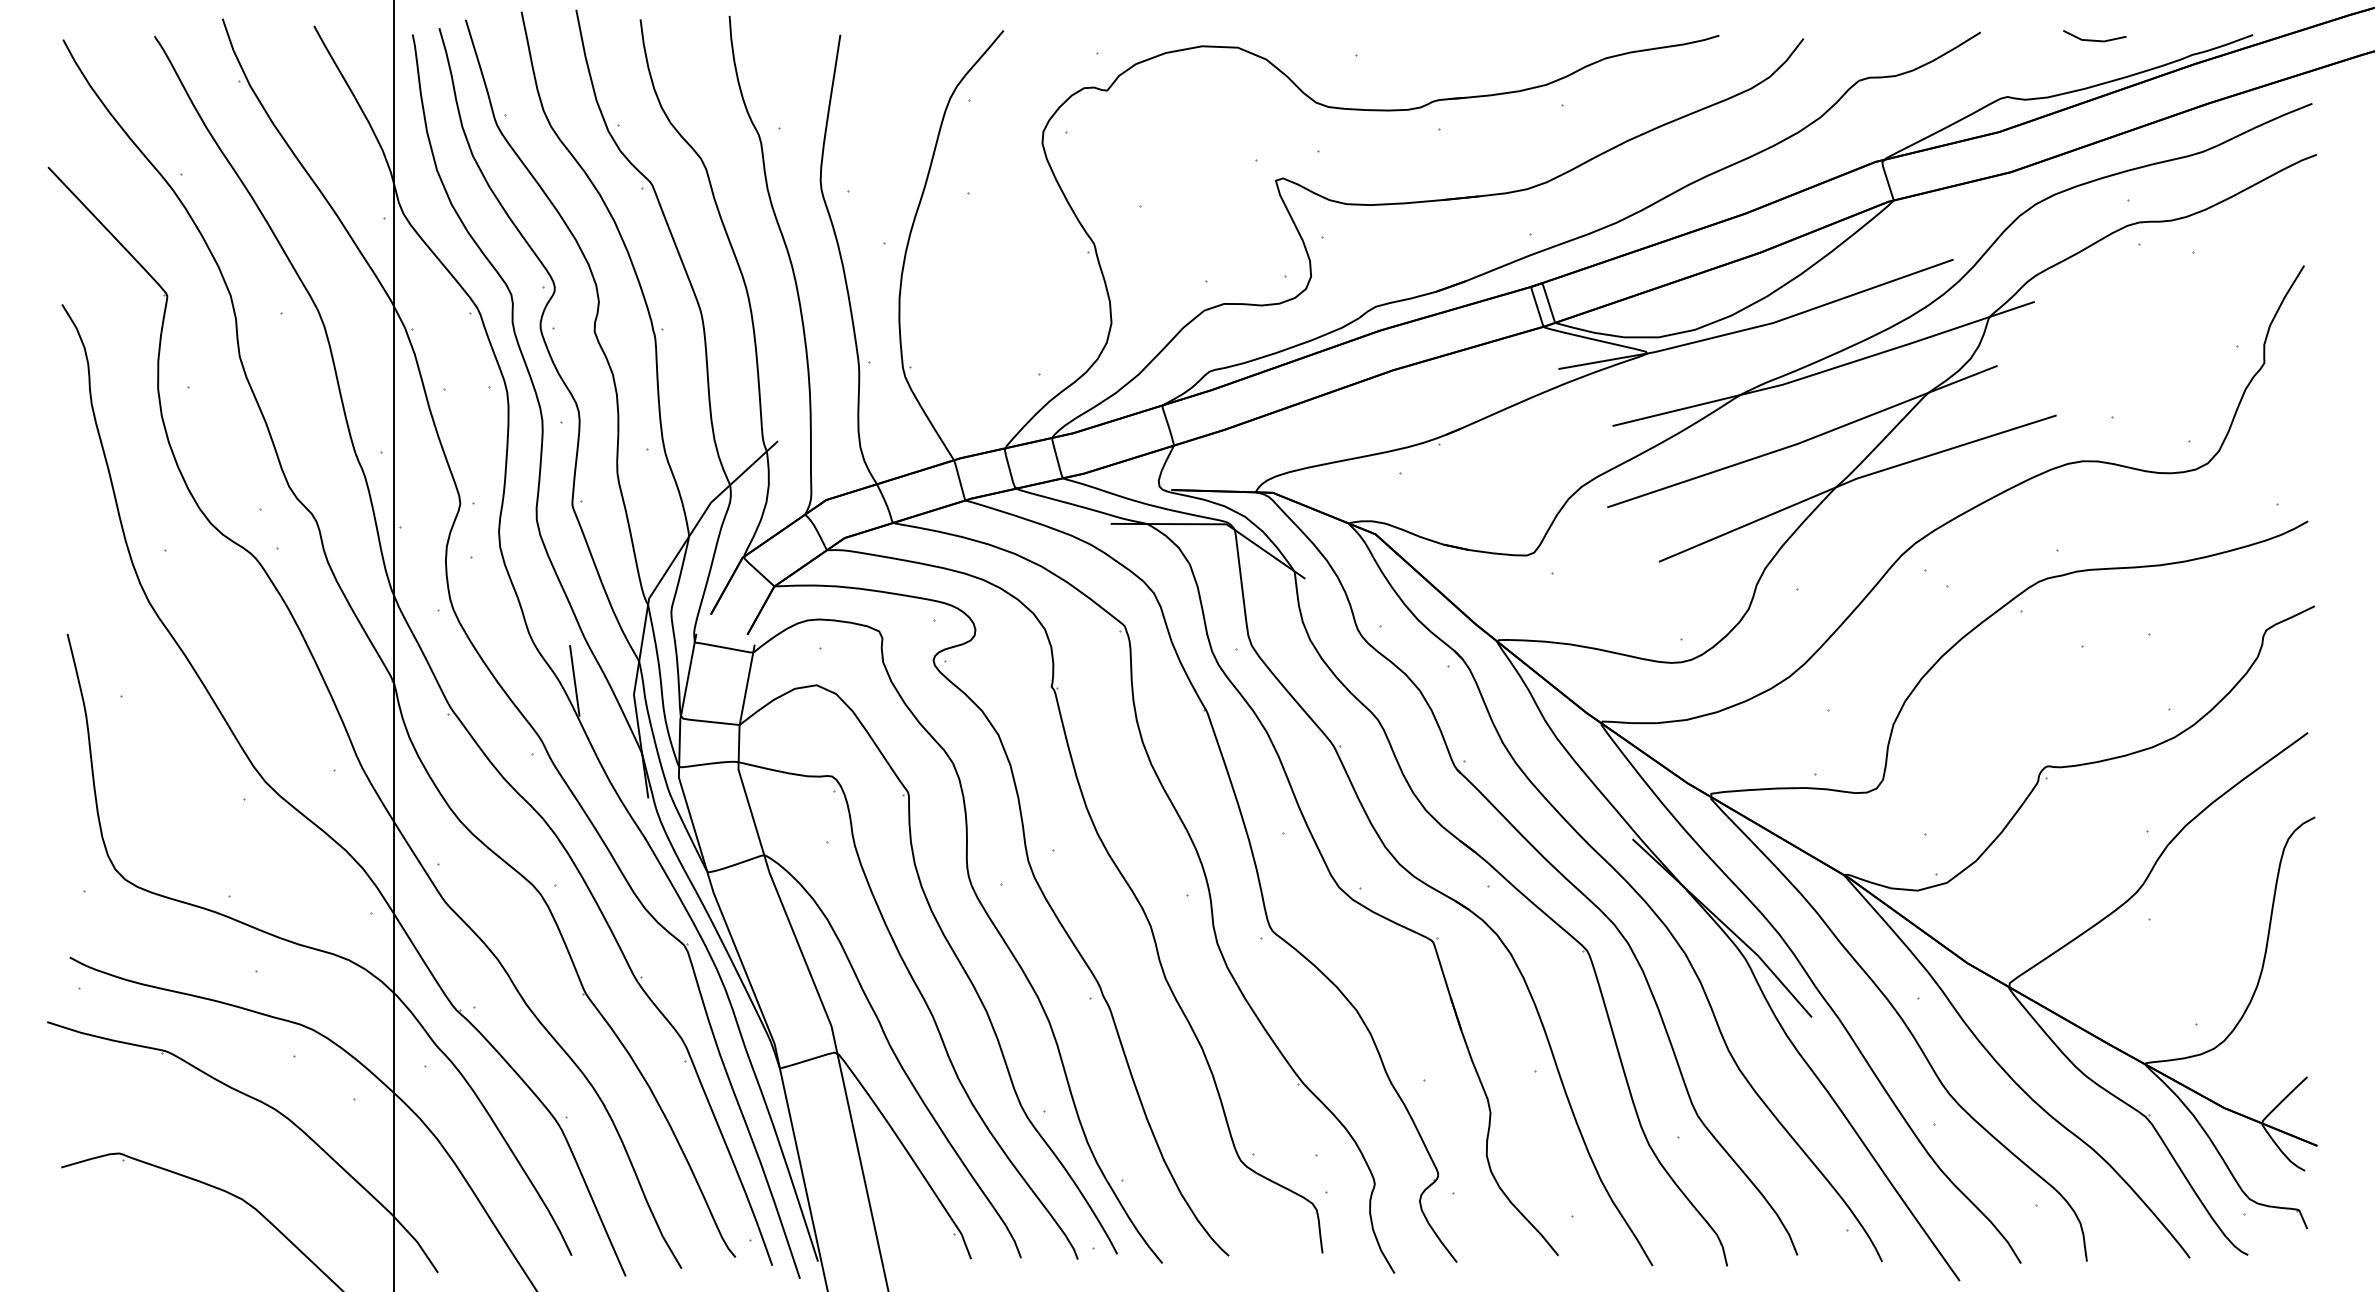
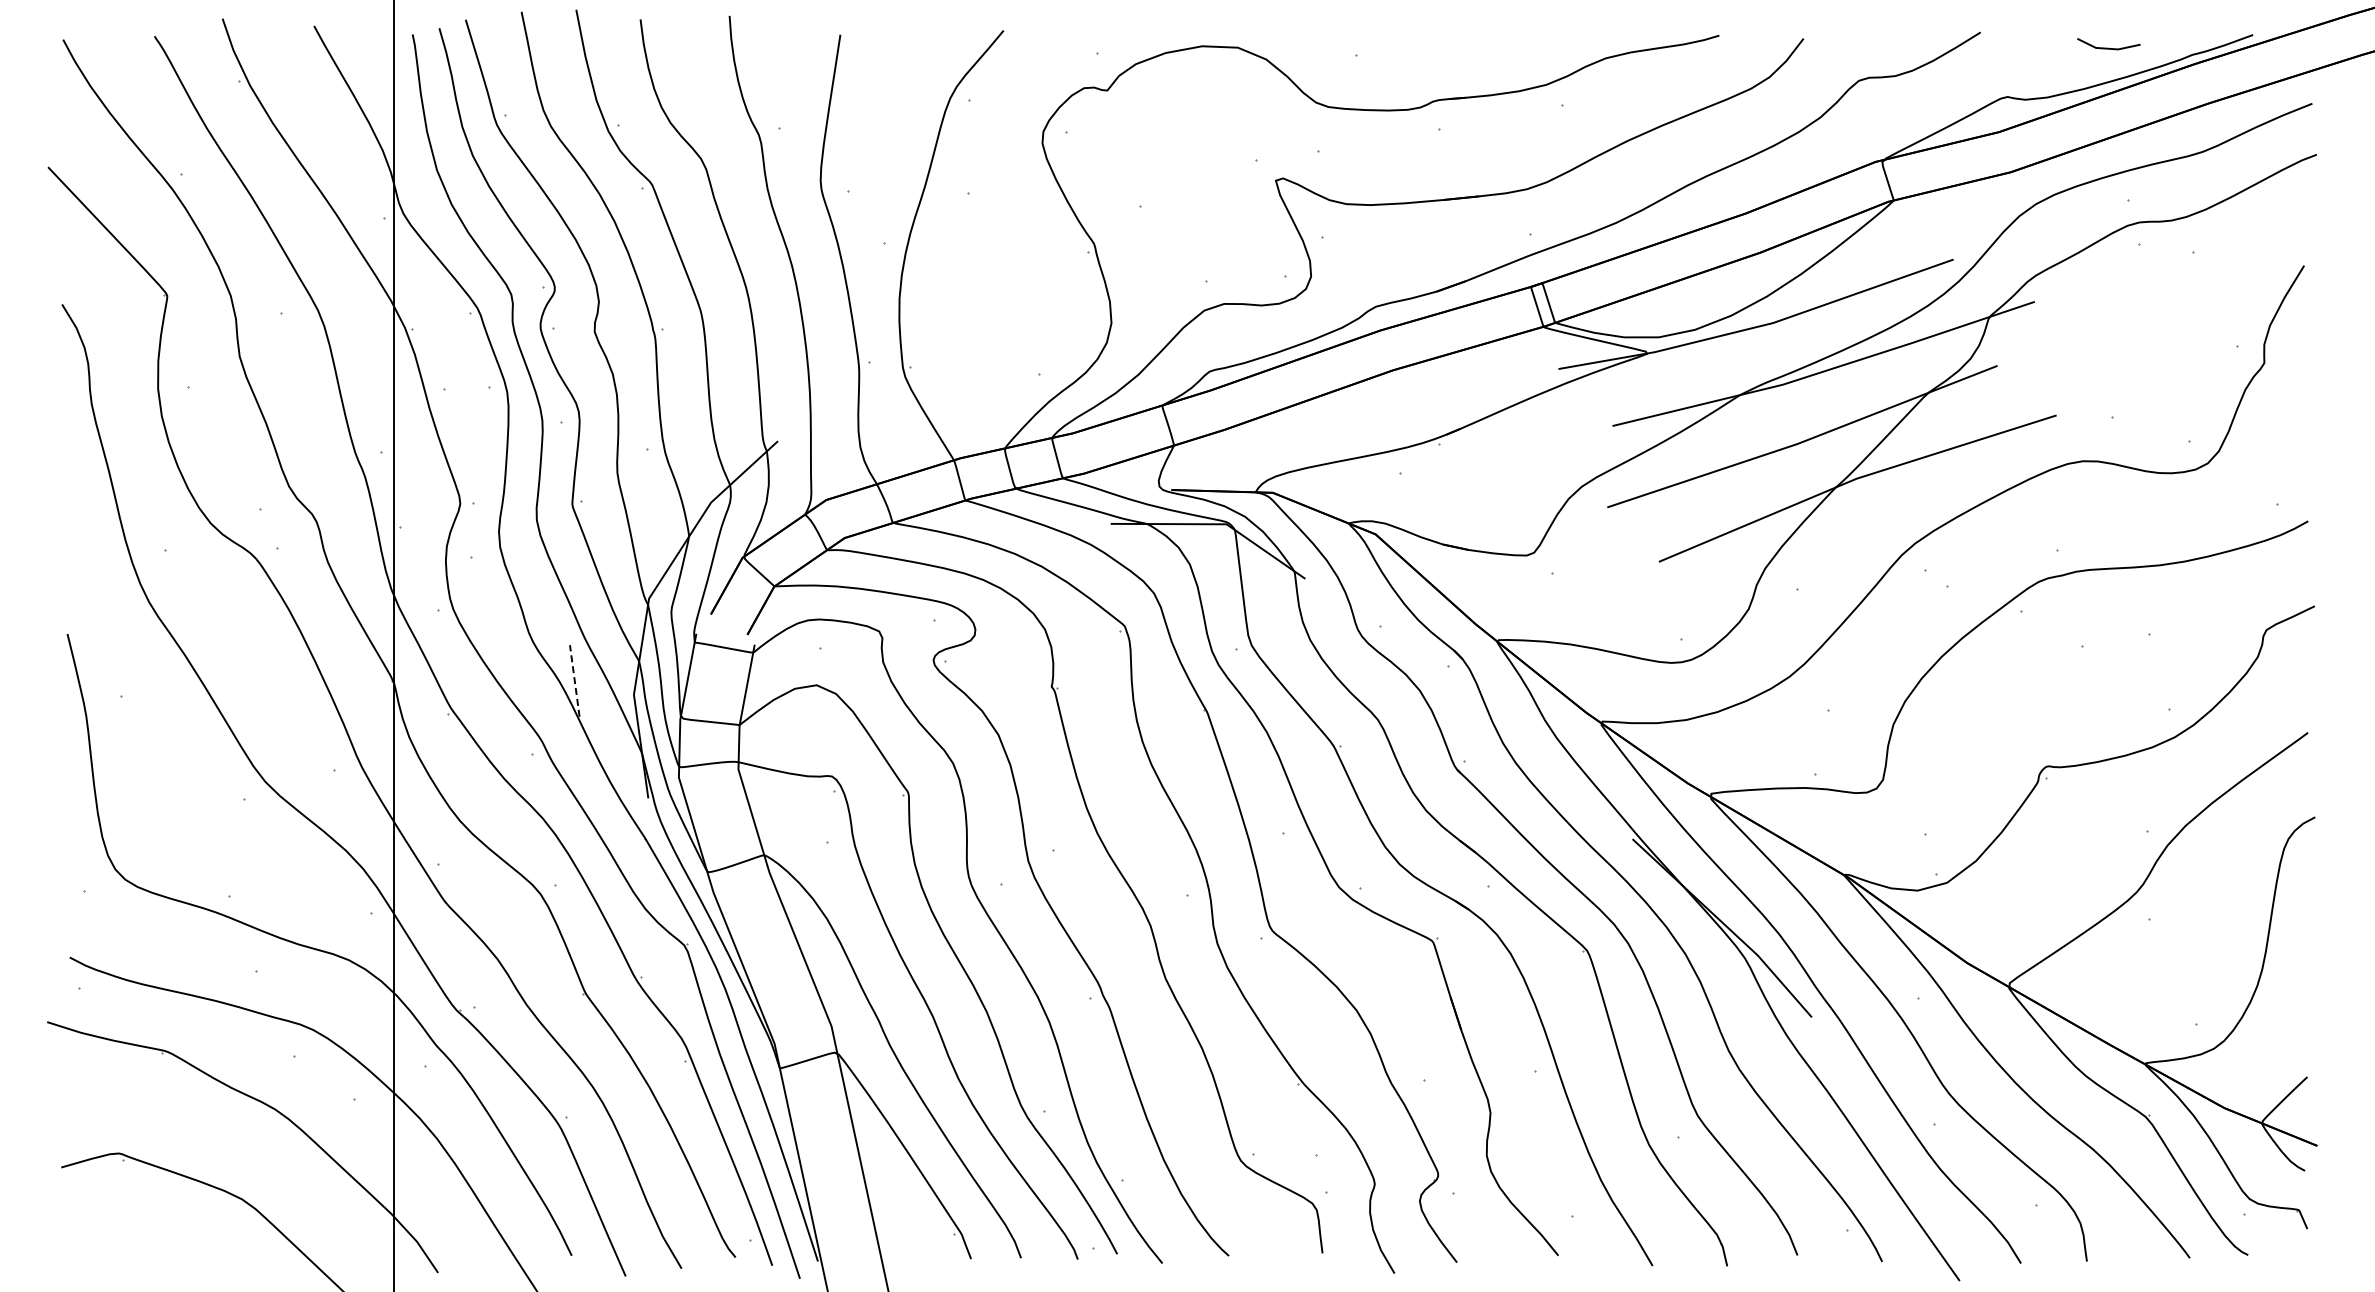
line at (2094, 39) position: (2094, 39) -> (2108, 47)
line at (574, 680): solid -> dashed
